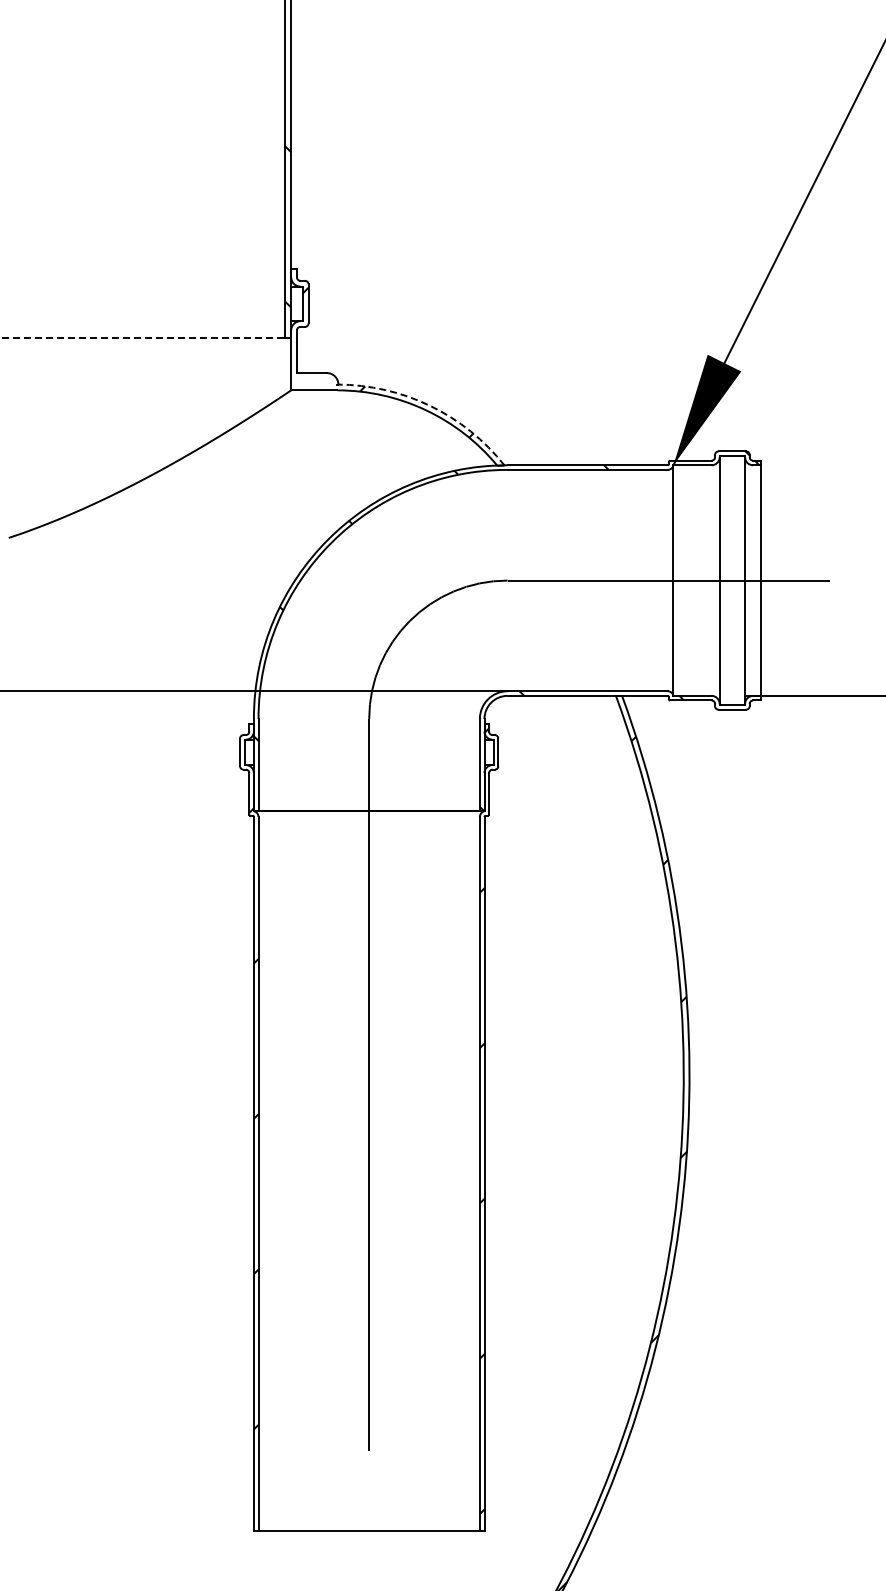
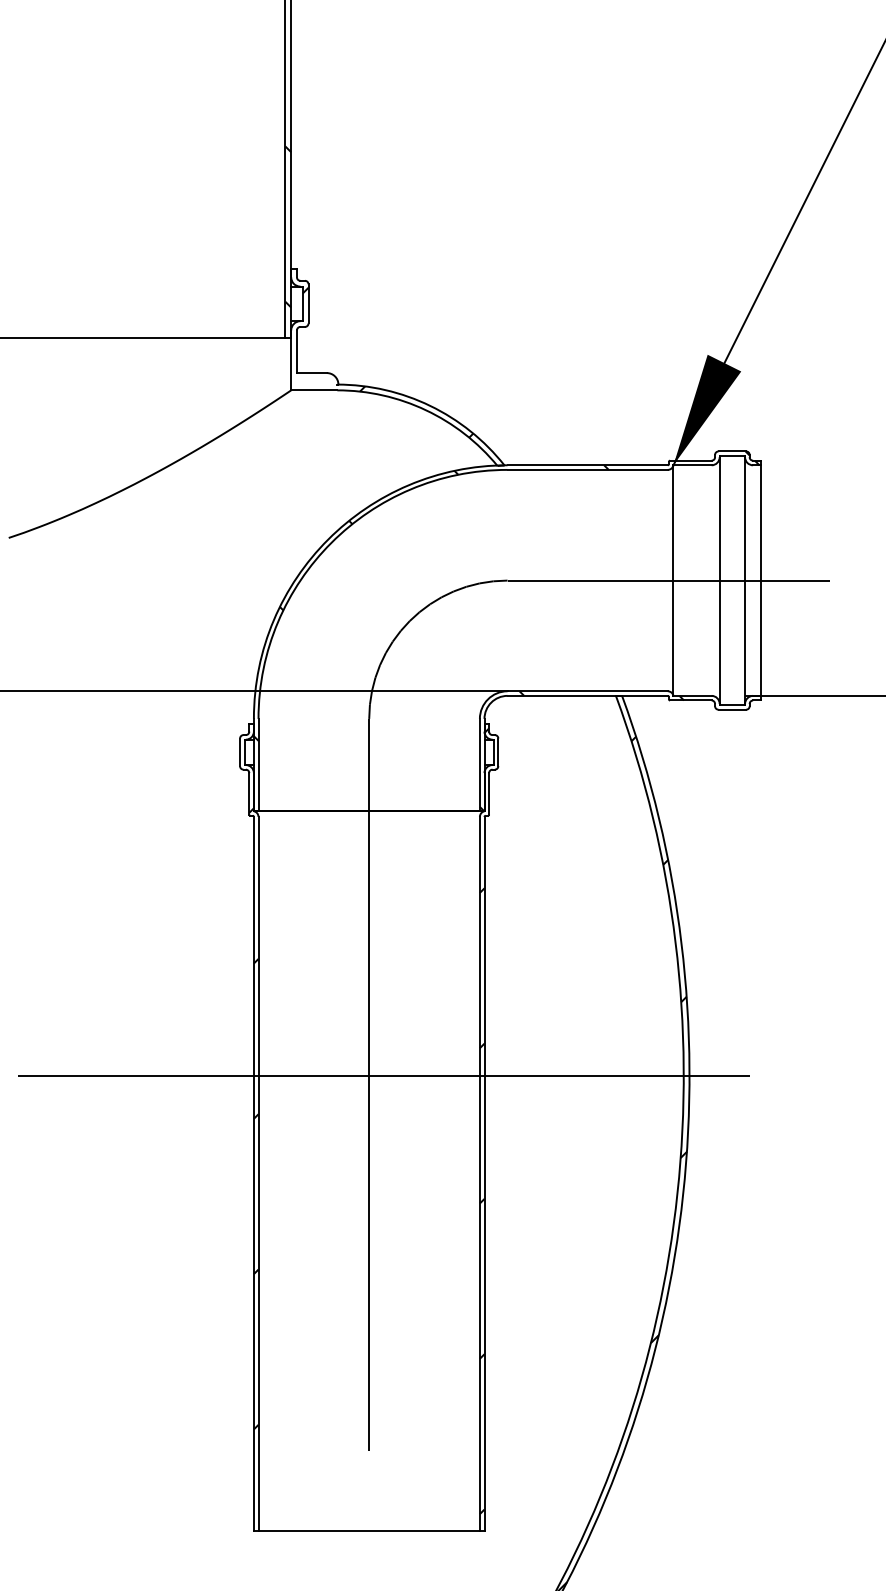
line at (143, 338): dashed -> solid
arc at (430, 405): dashed -> solid
line at (376, 1076): none -> present
